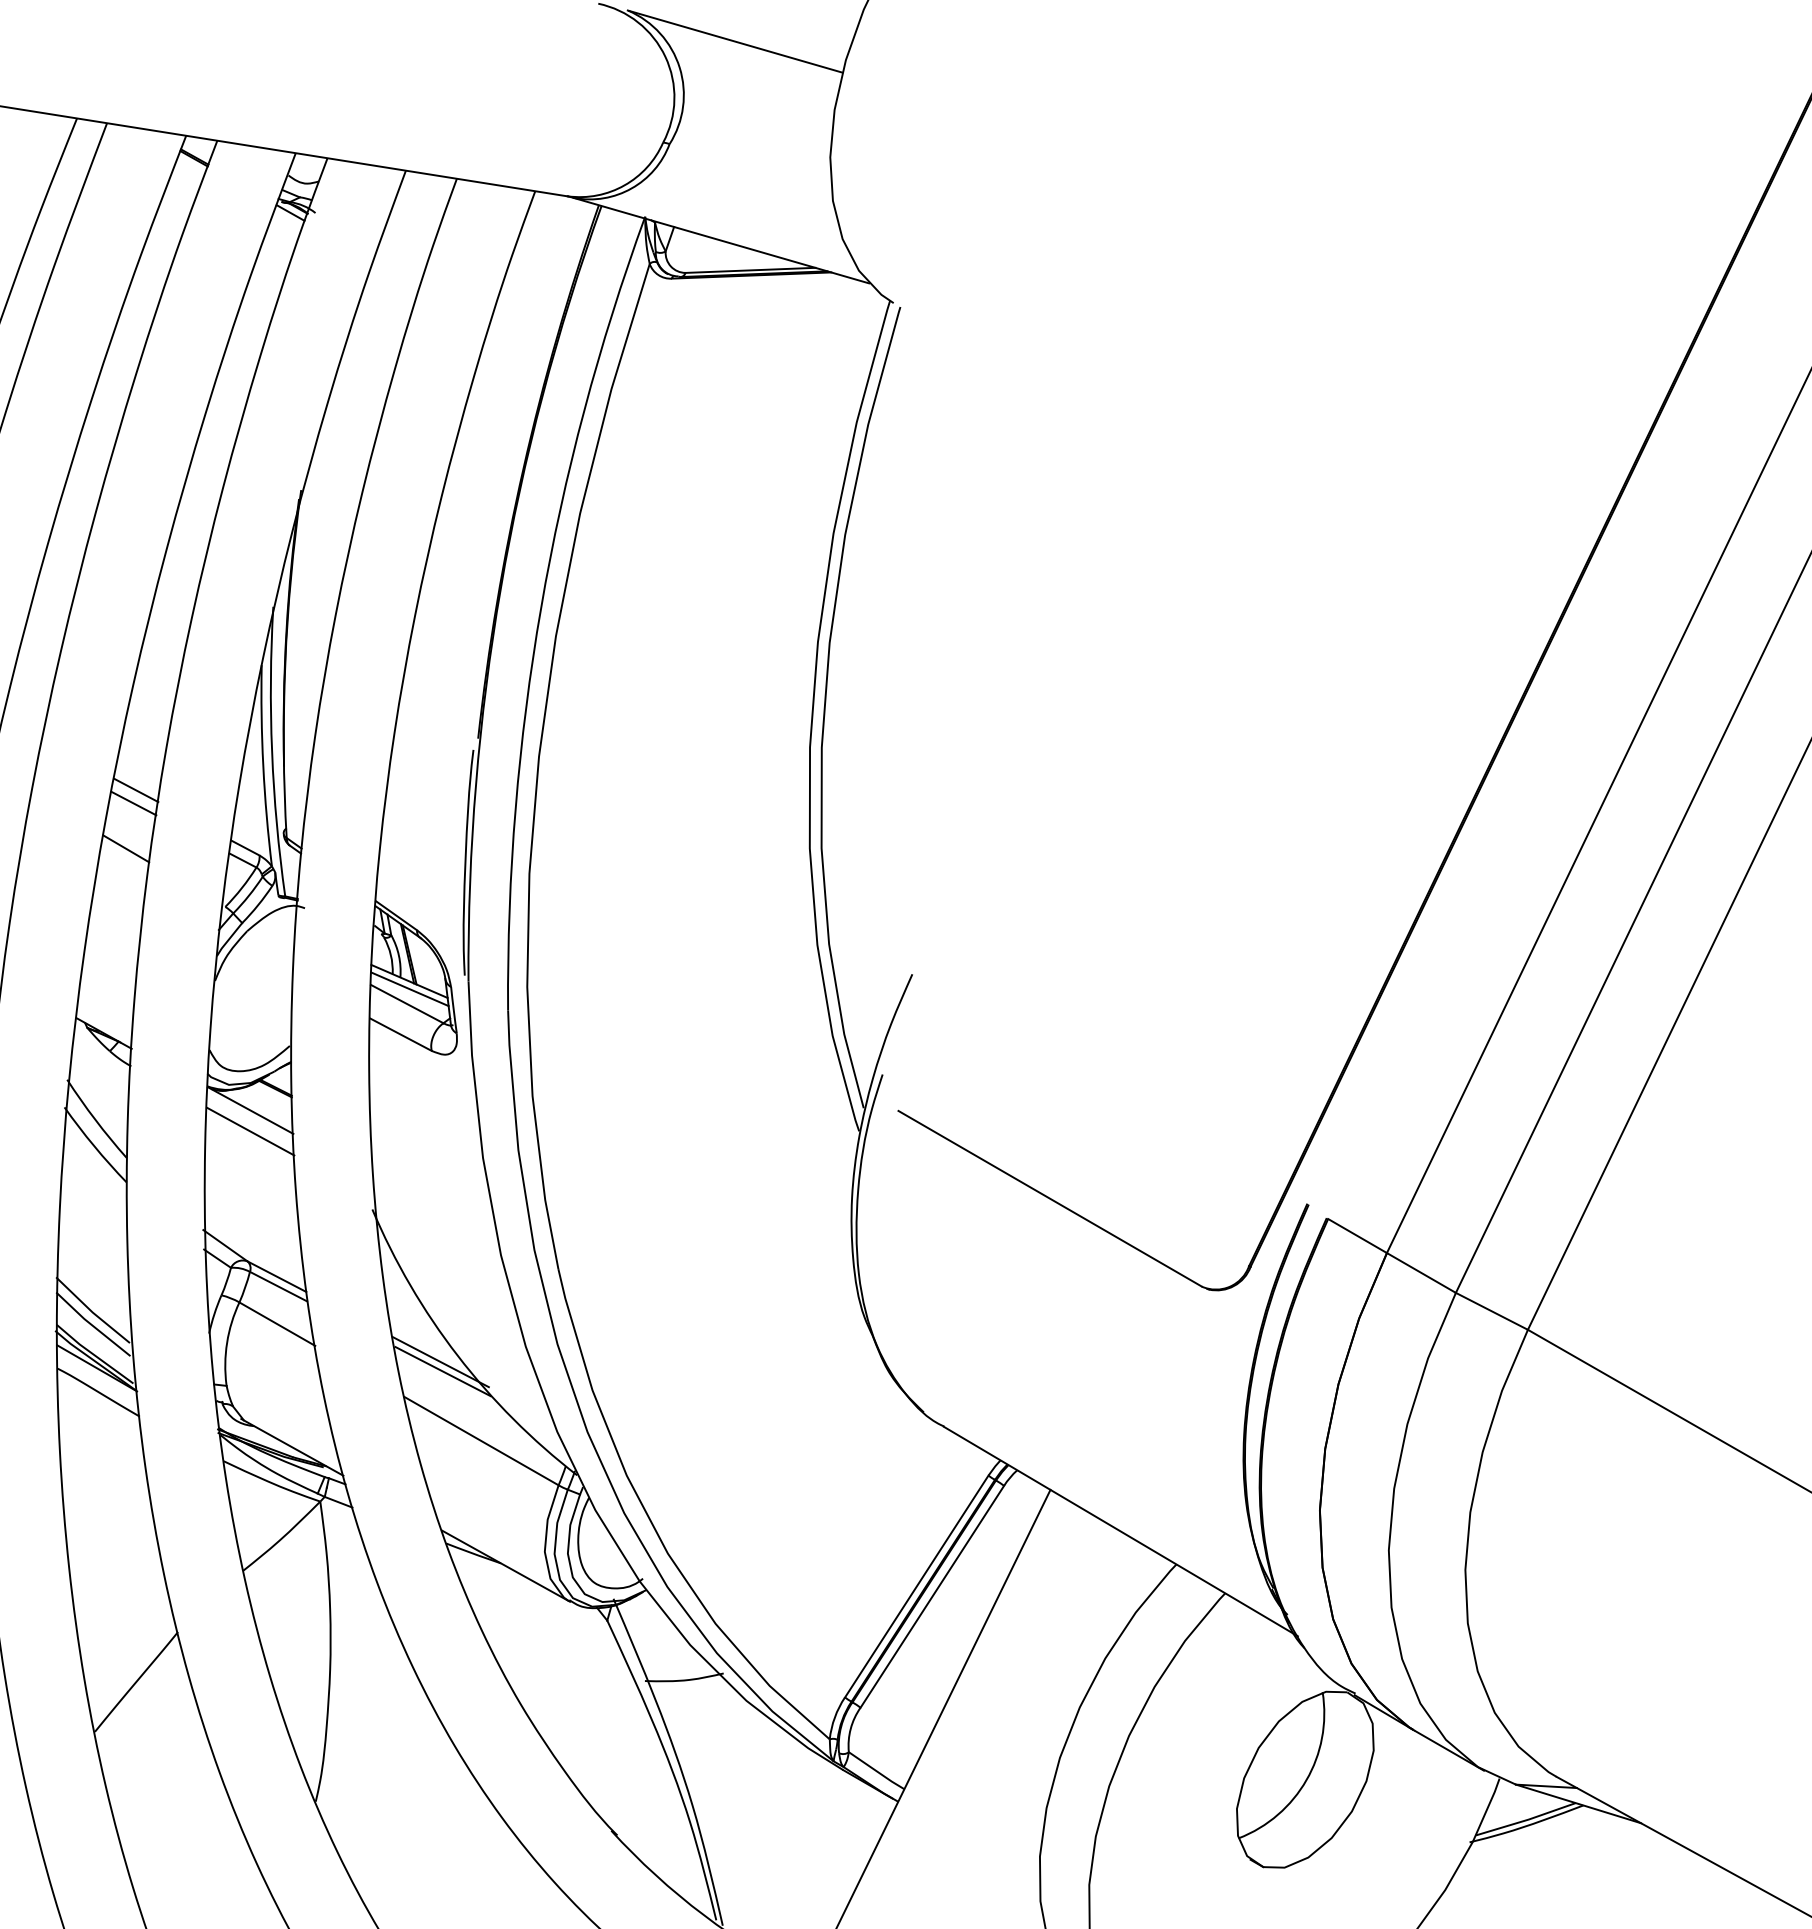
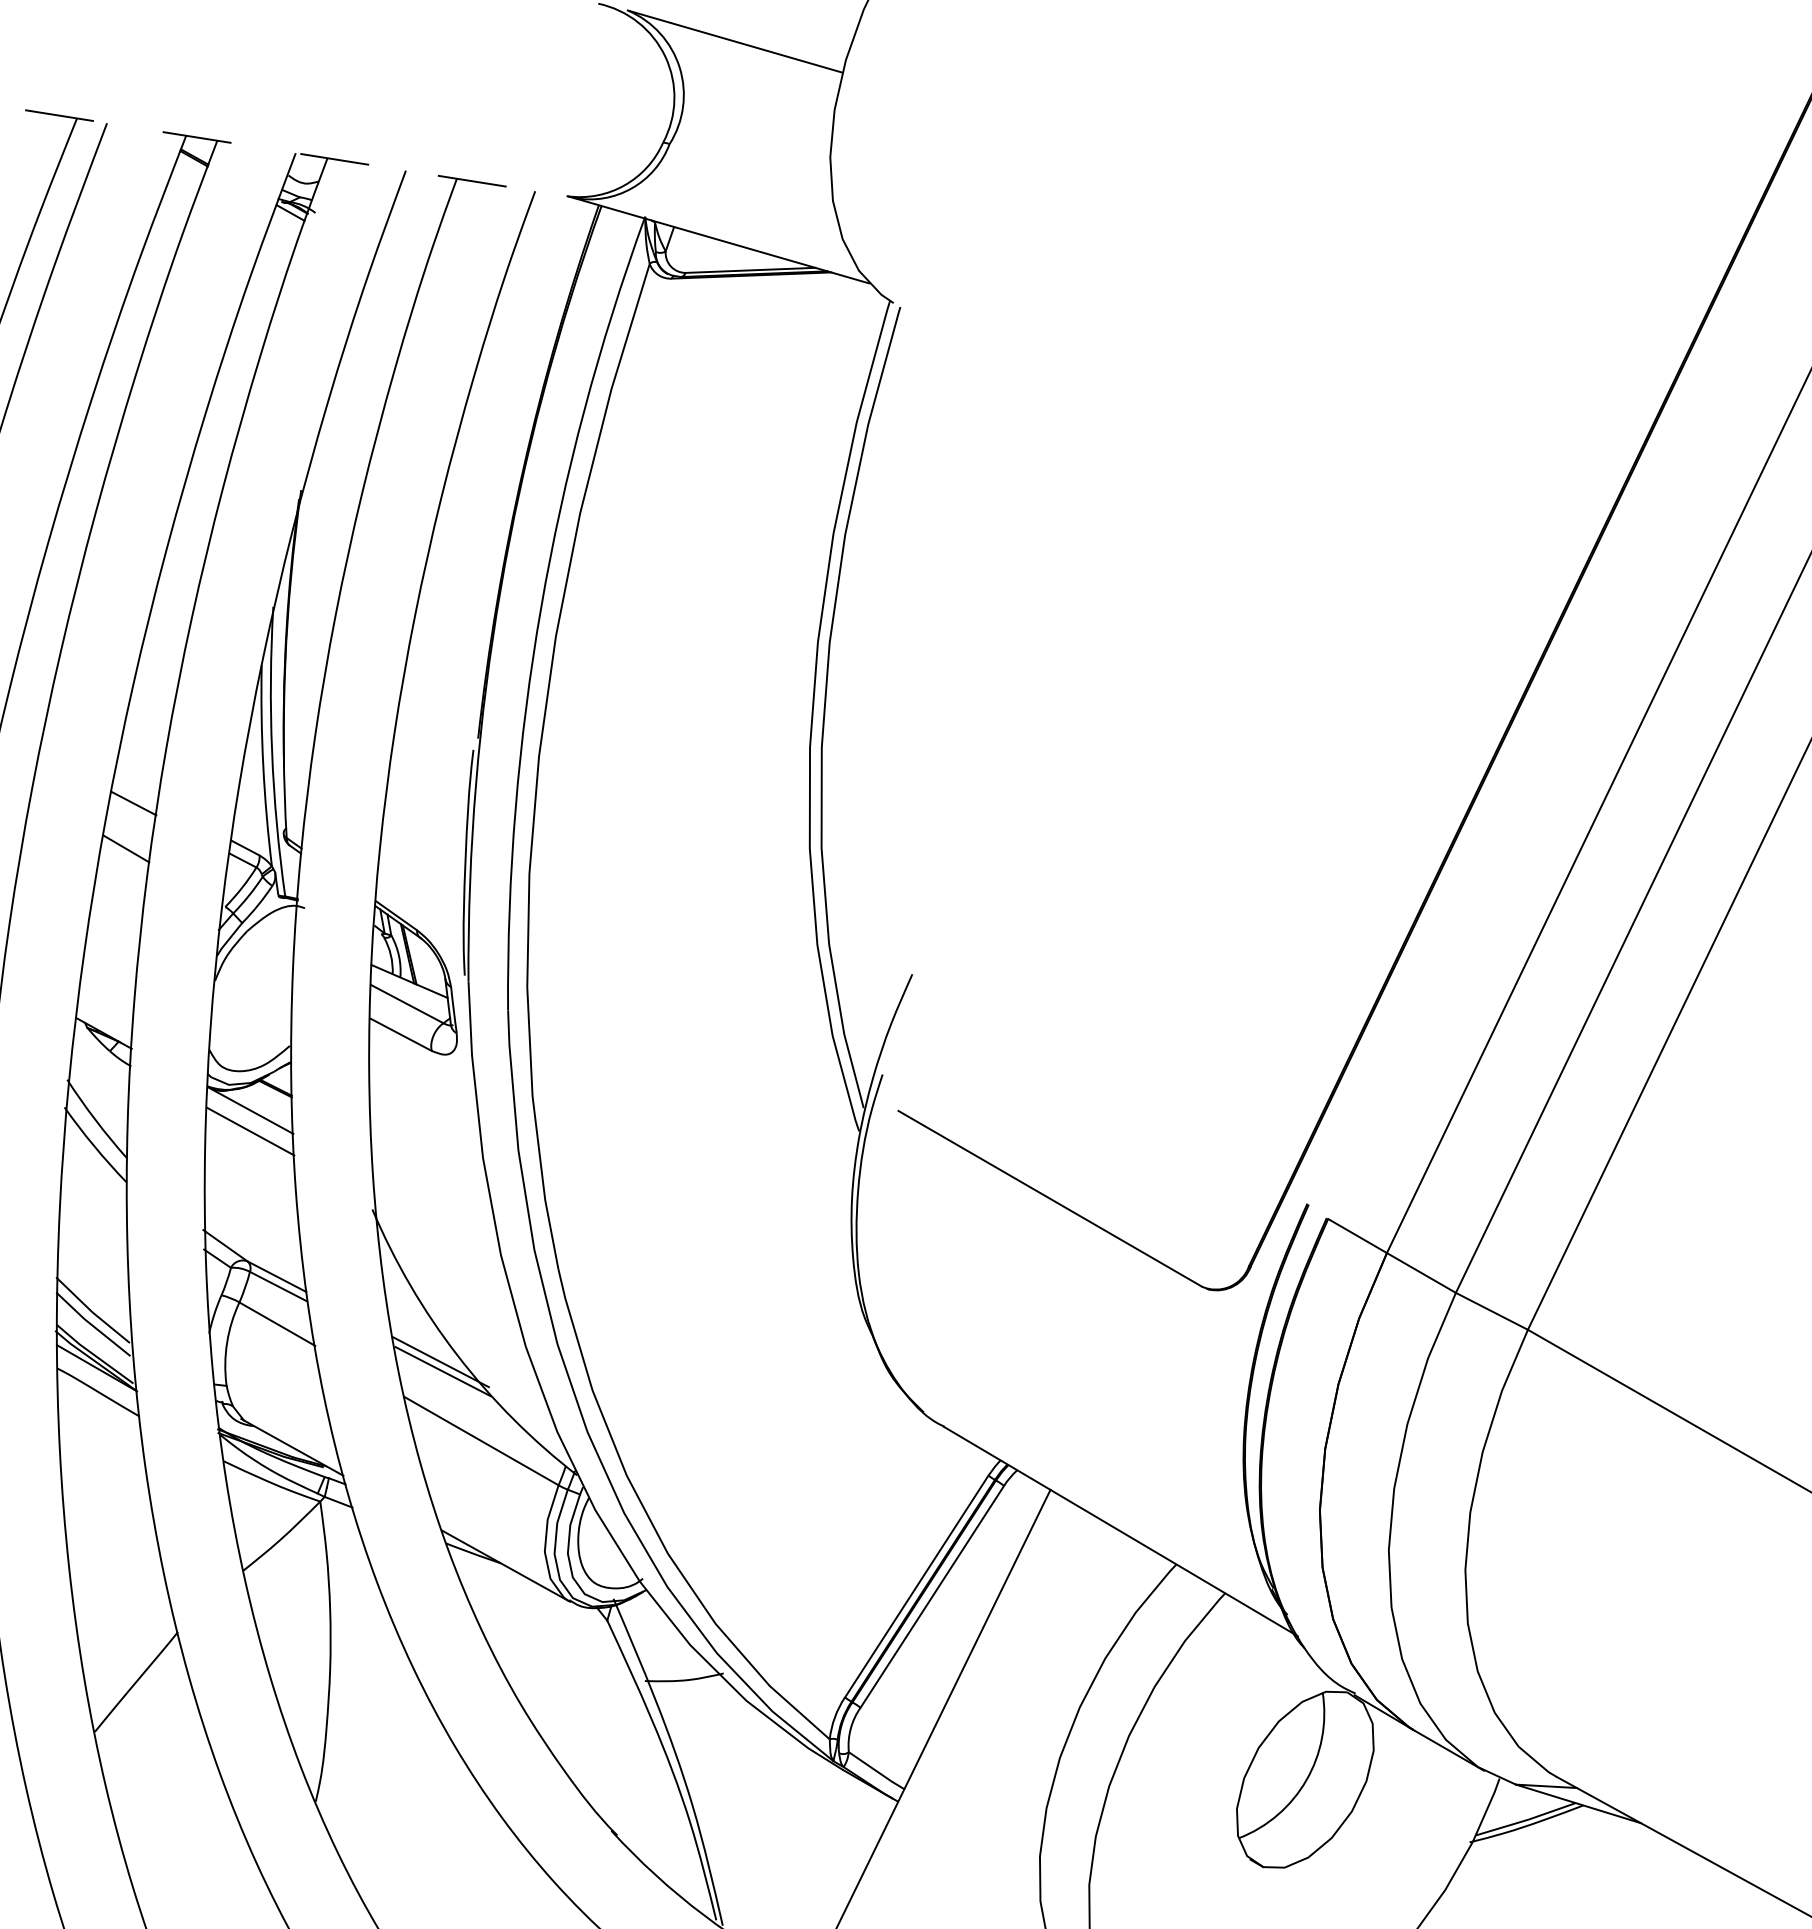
line at (284, 151): solid -> dashed
line at (136, 790): present -> none
line at (409, 989): present -> none
